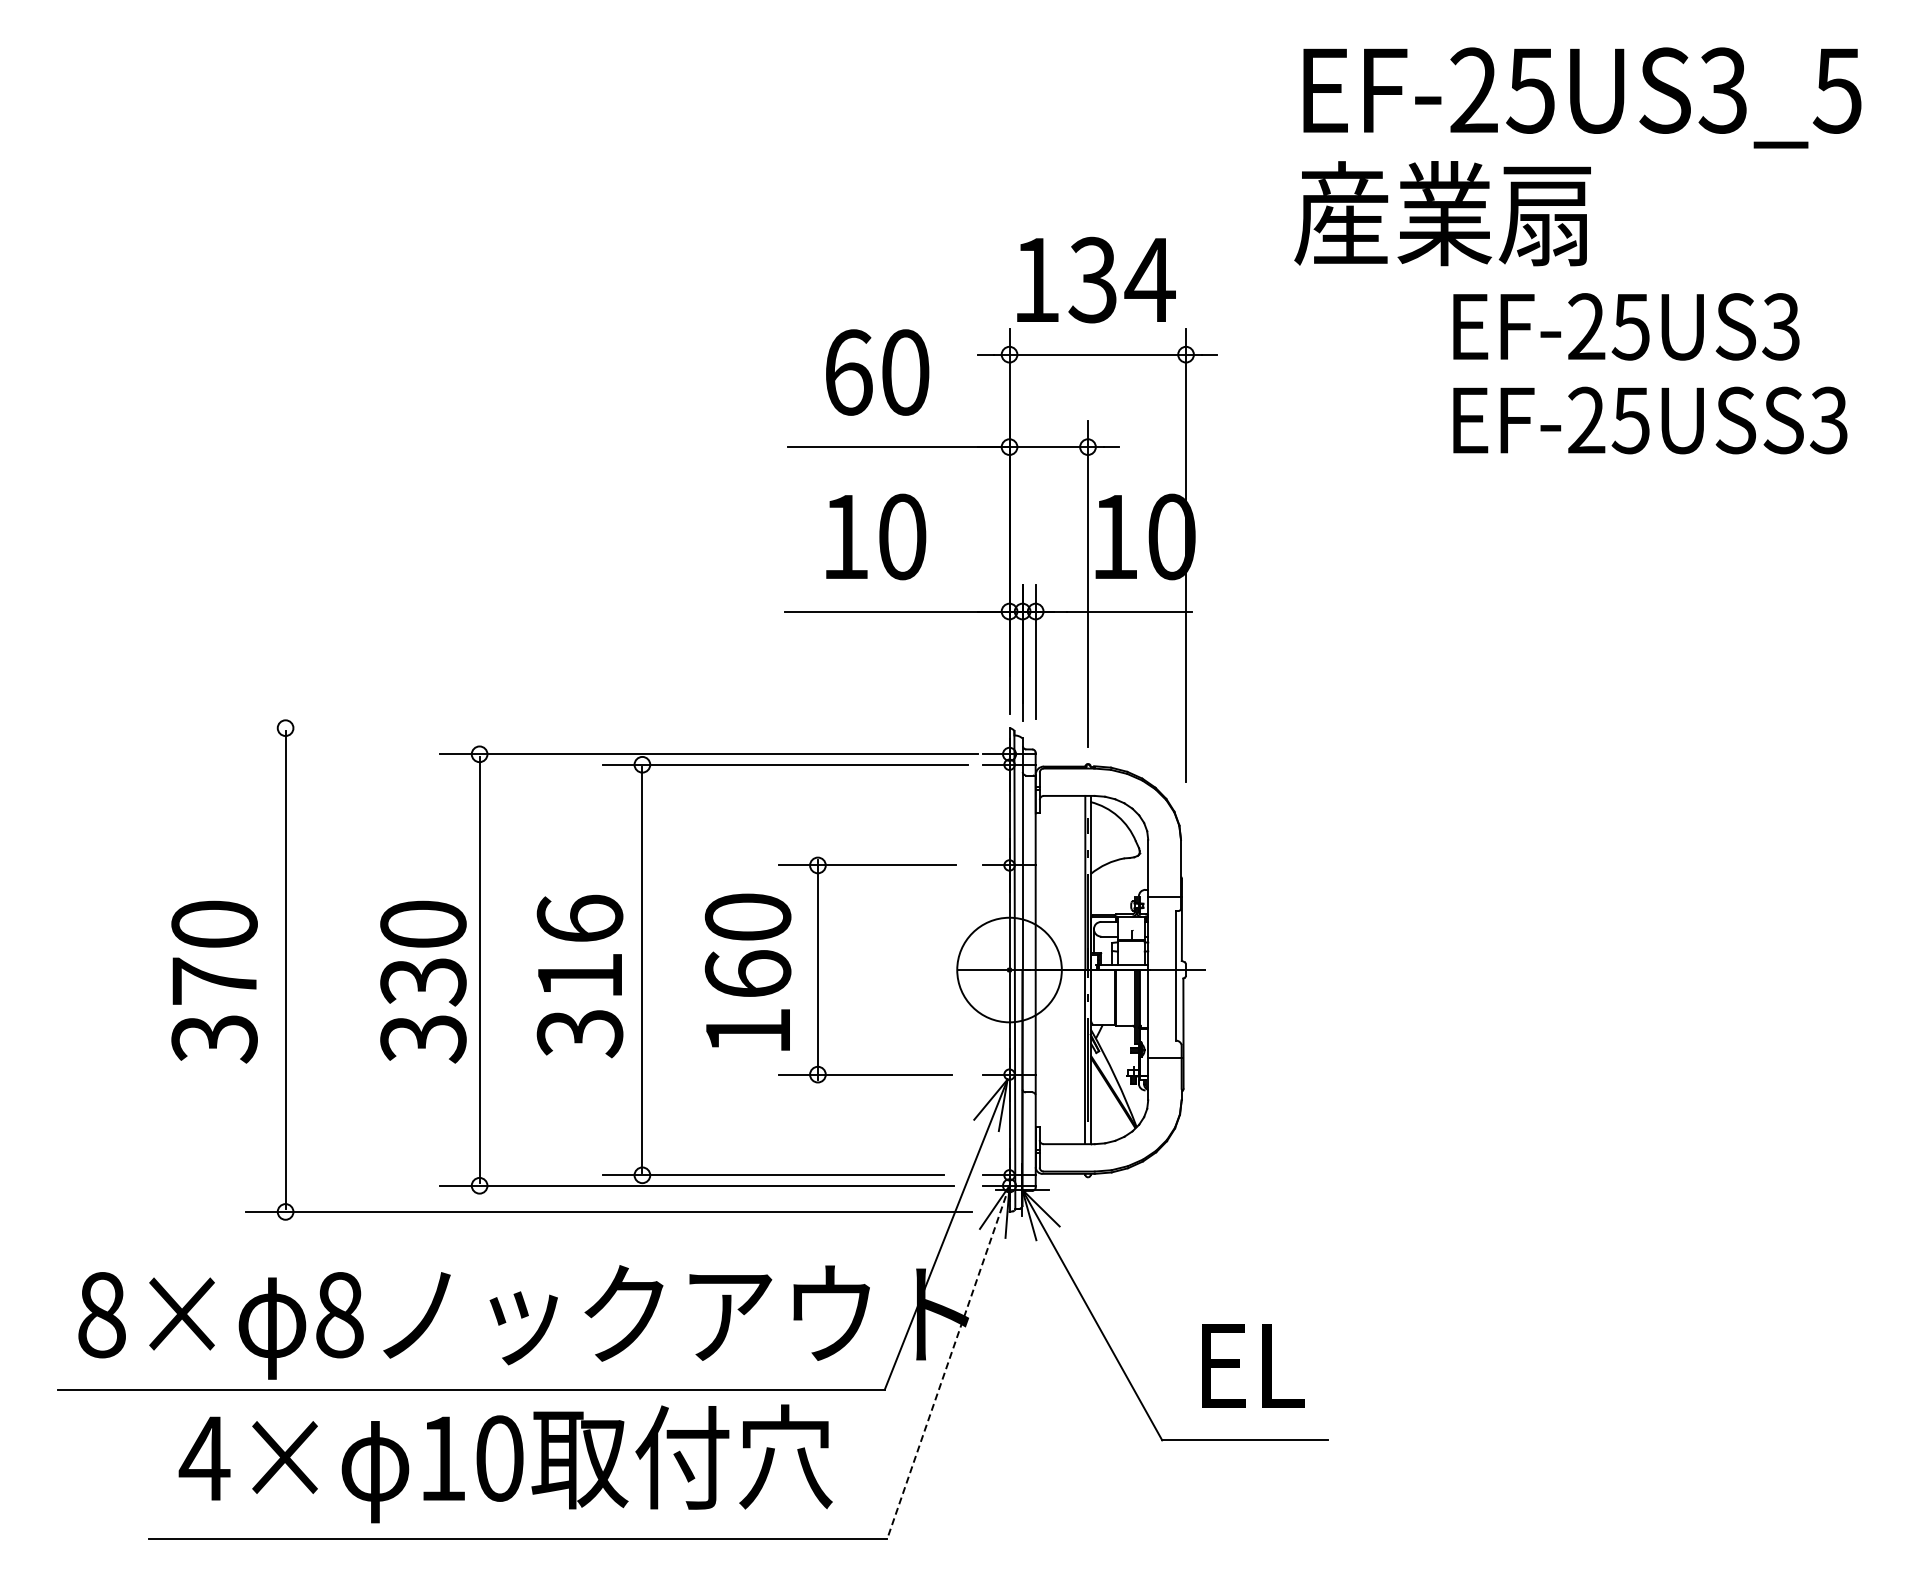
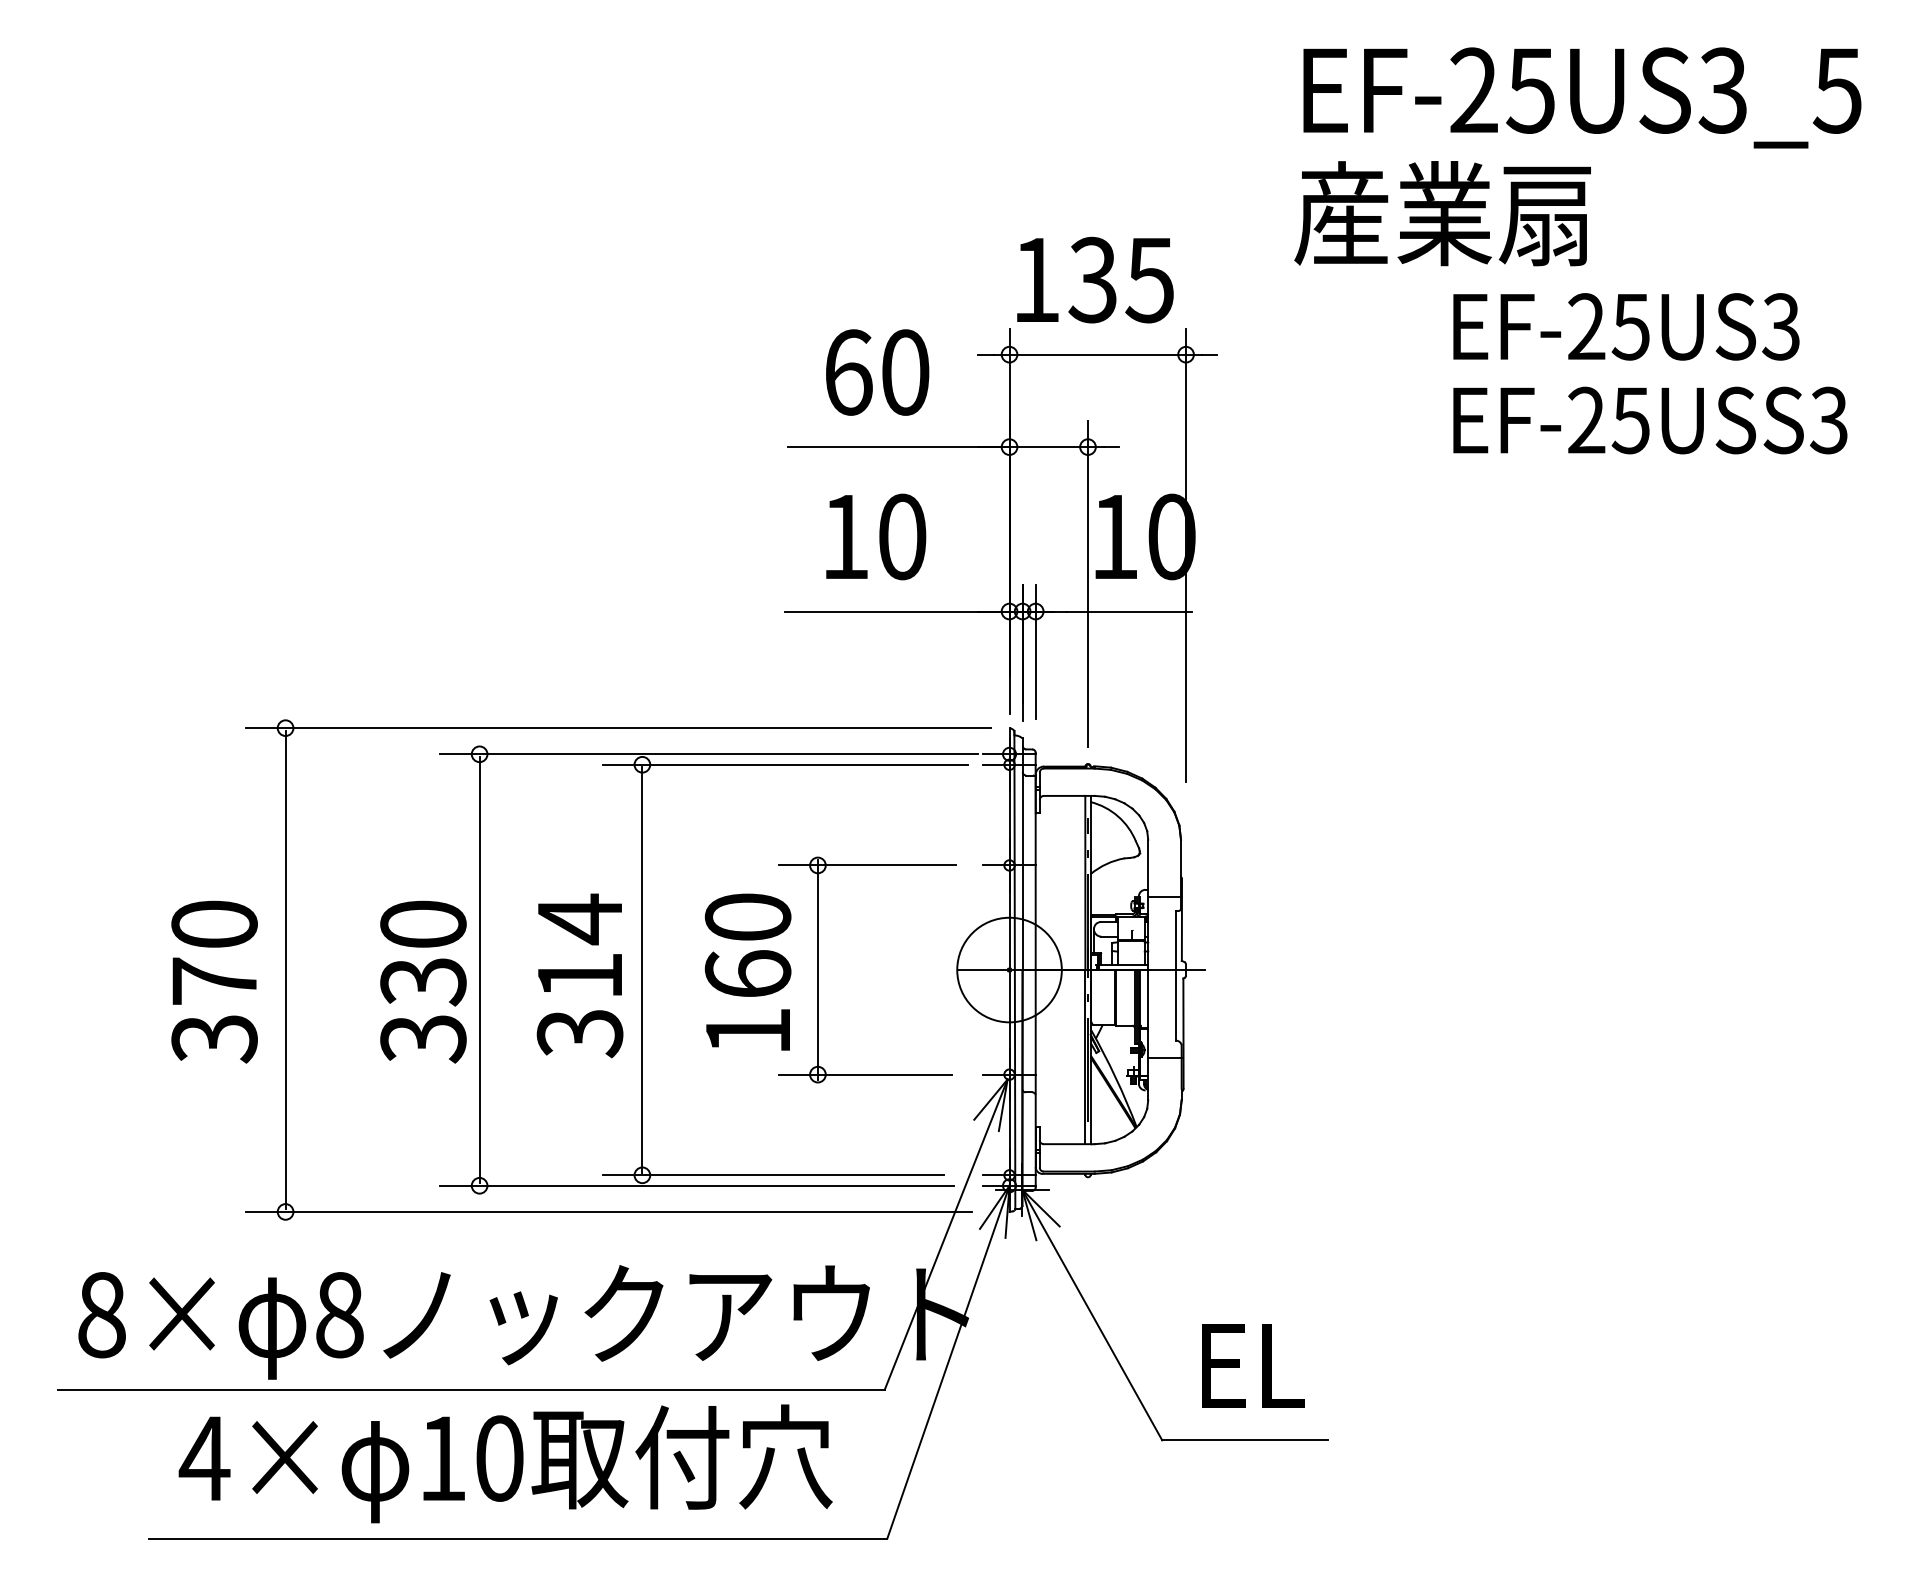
text at (1149, 280): 134 -> 135
line at (618, 728): none -> present
text at (579, 919): 316 -> 314
line at (948, 1362): dashed -> solid
